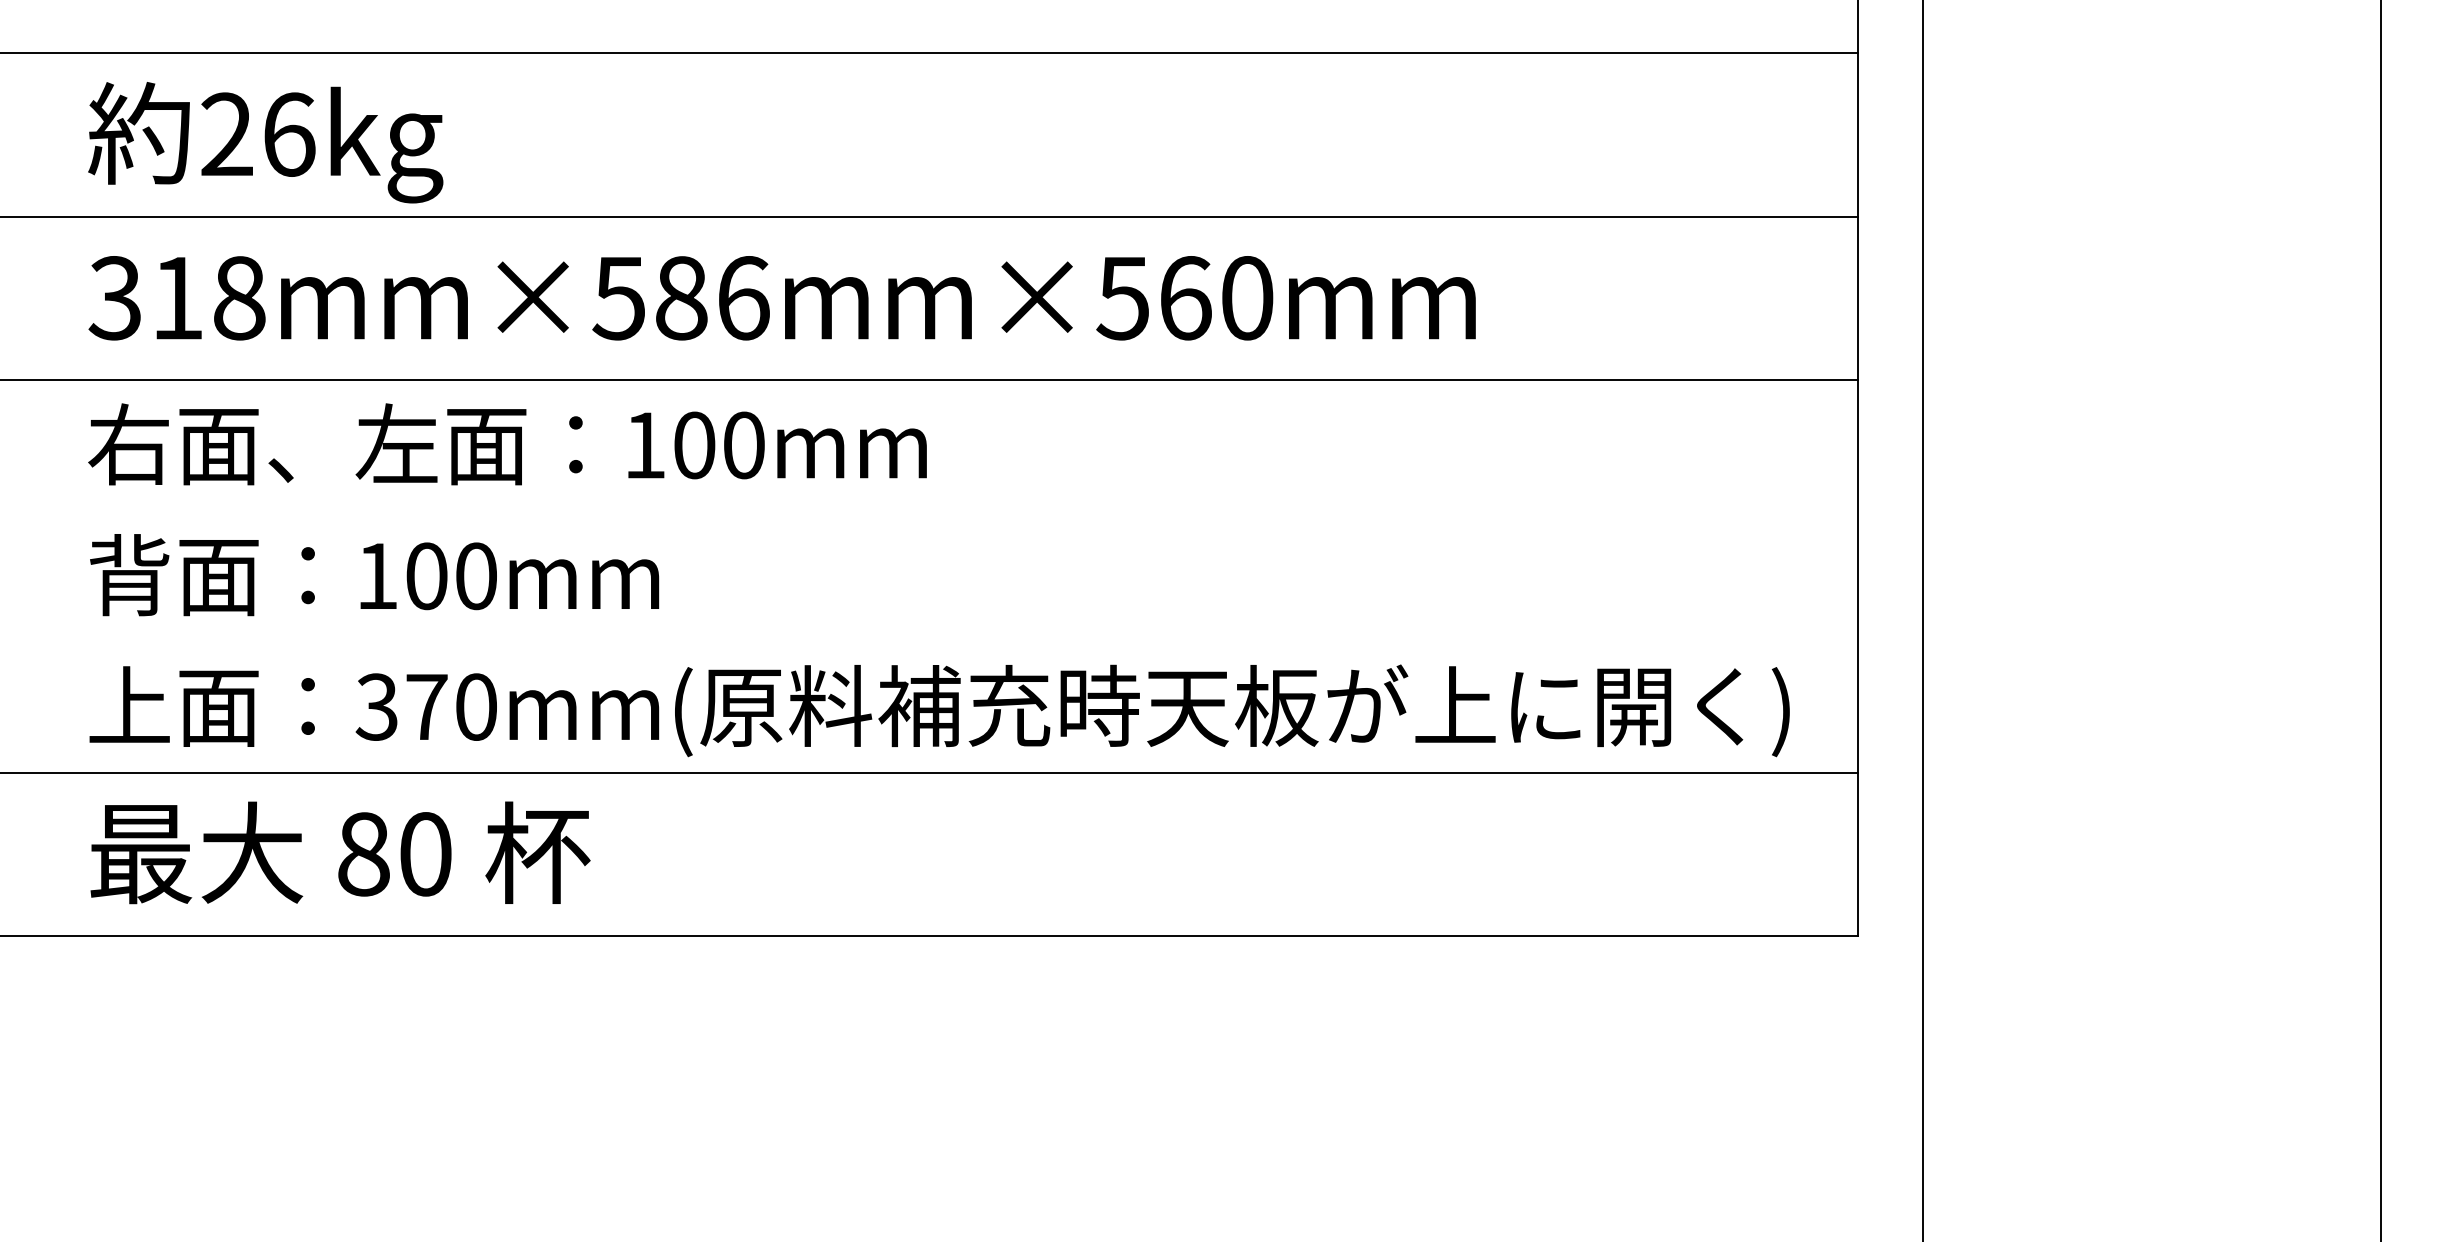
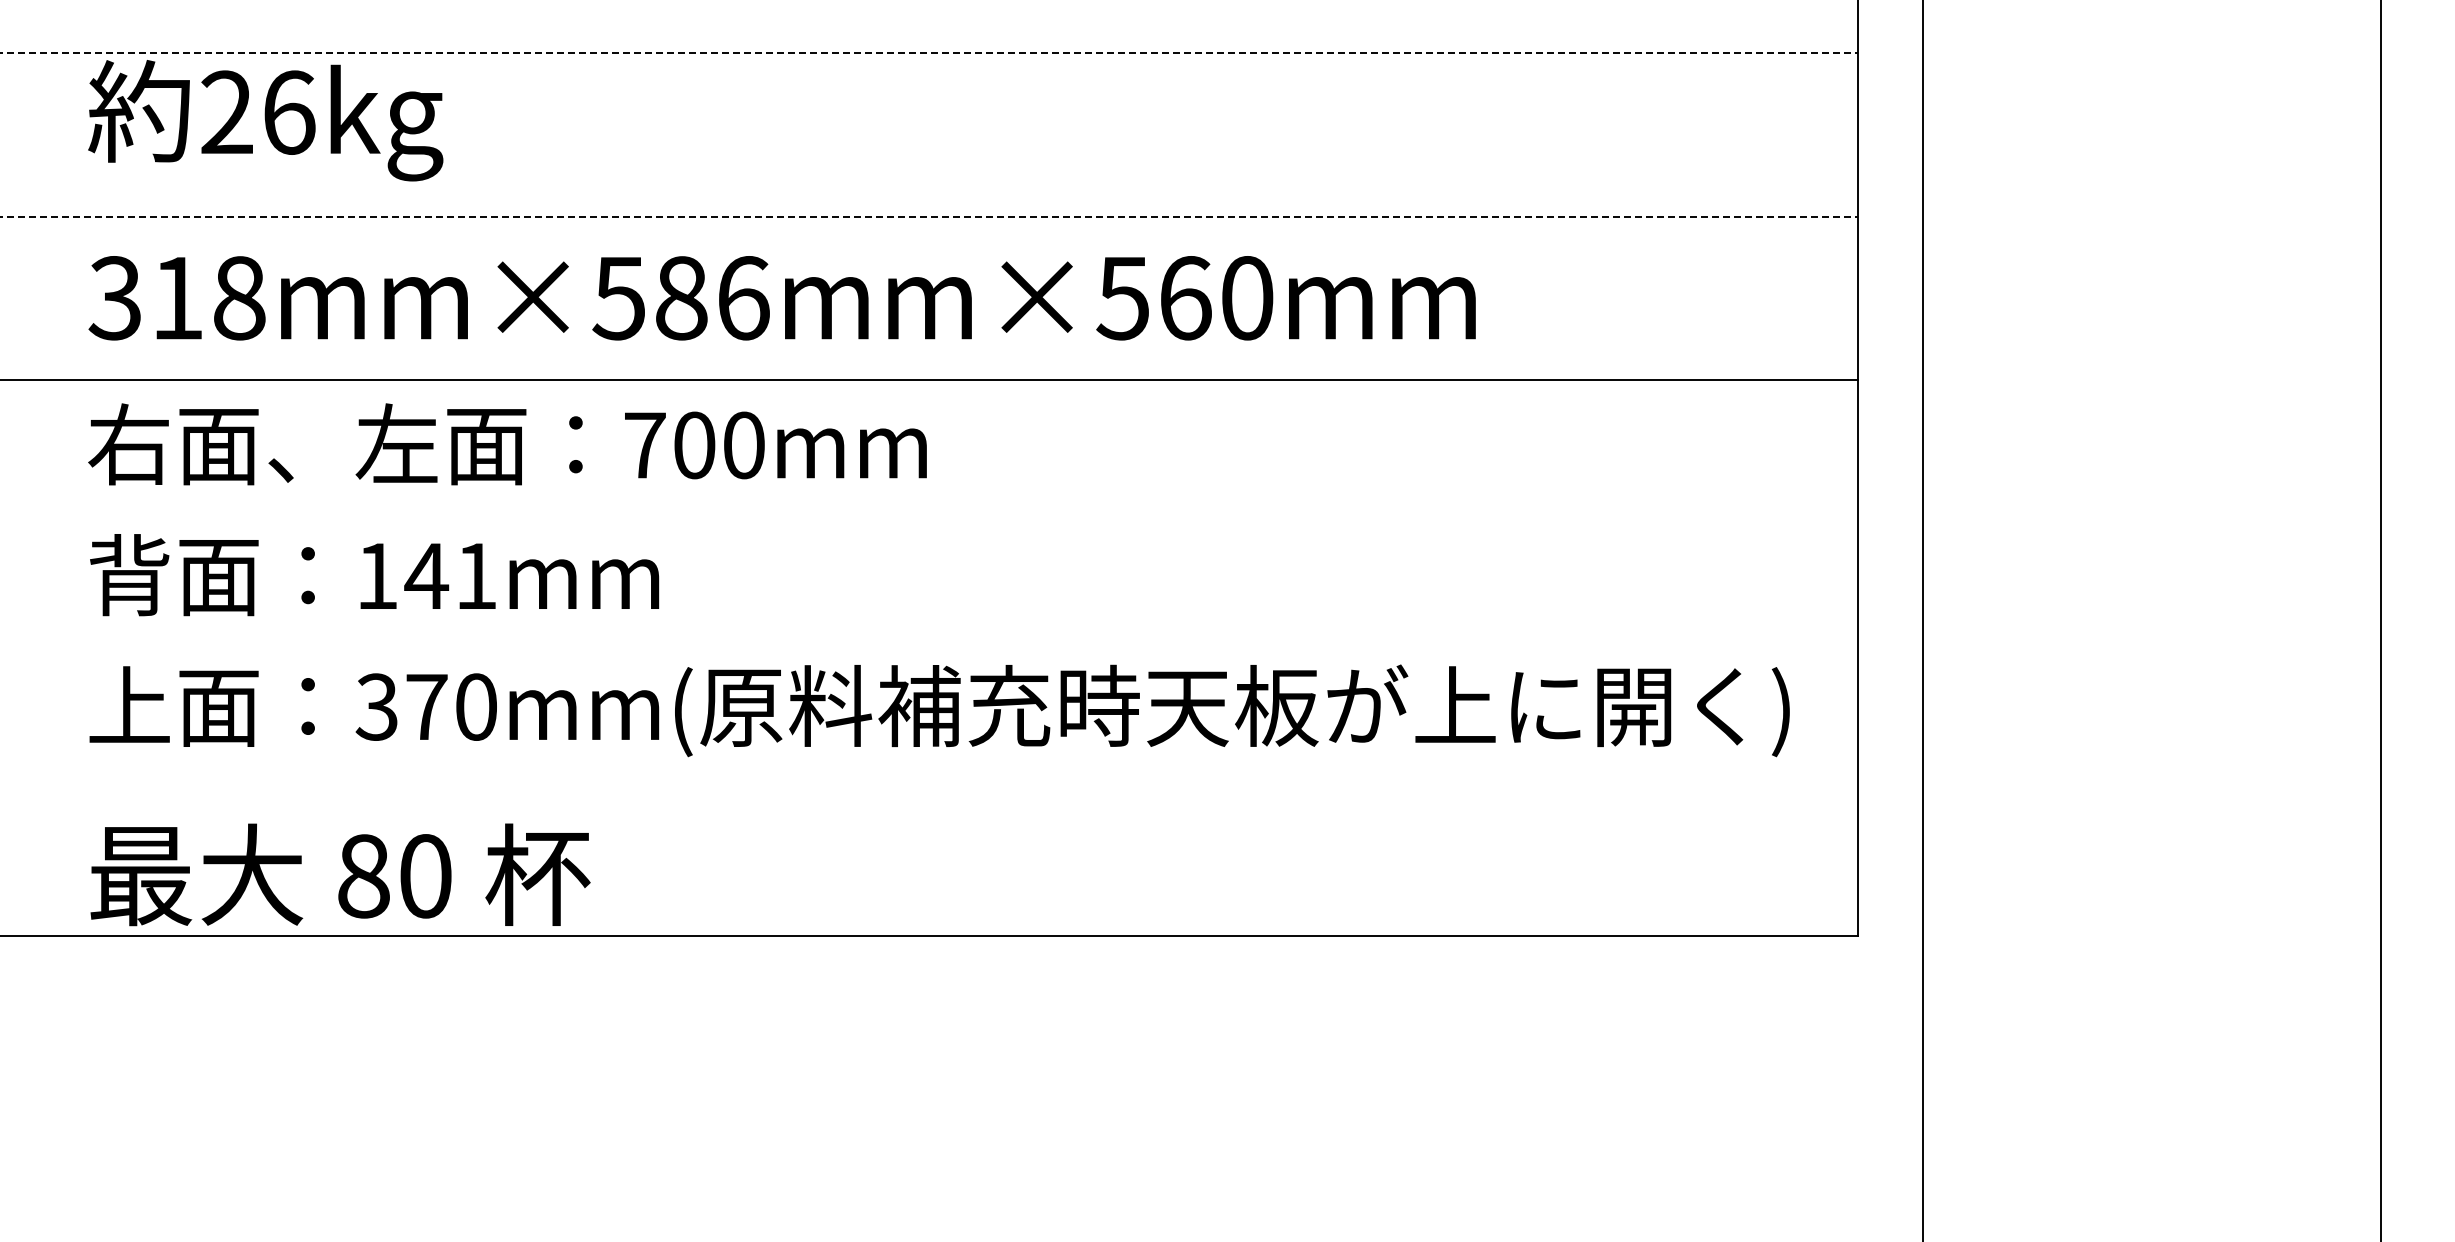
line at (929, 52): solid -> dashed
text at (265, 142) position: (265, 142) -> (265, 120)
line at (929, 216): solid -> dashed
text at (645, 445): 100mm -> 700mm
text at (450, 576): 100mm -> 141mm
line at (929, 772): present -> none
text at (340, 852) position: (340, 852) -> (340, 874)
